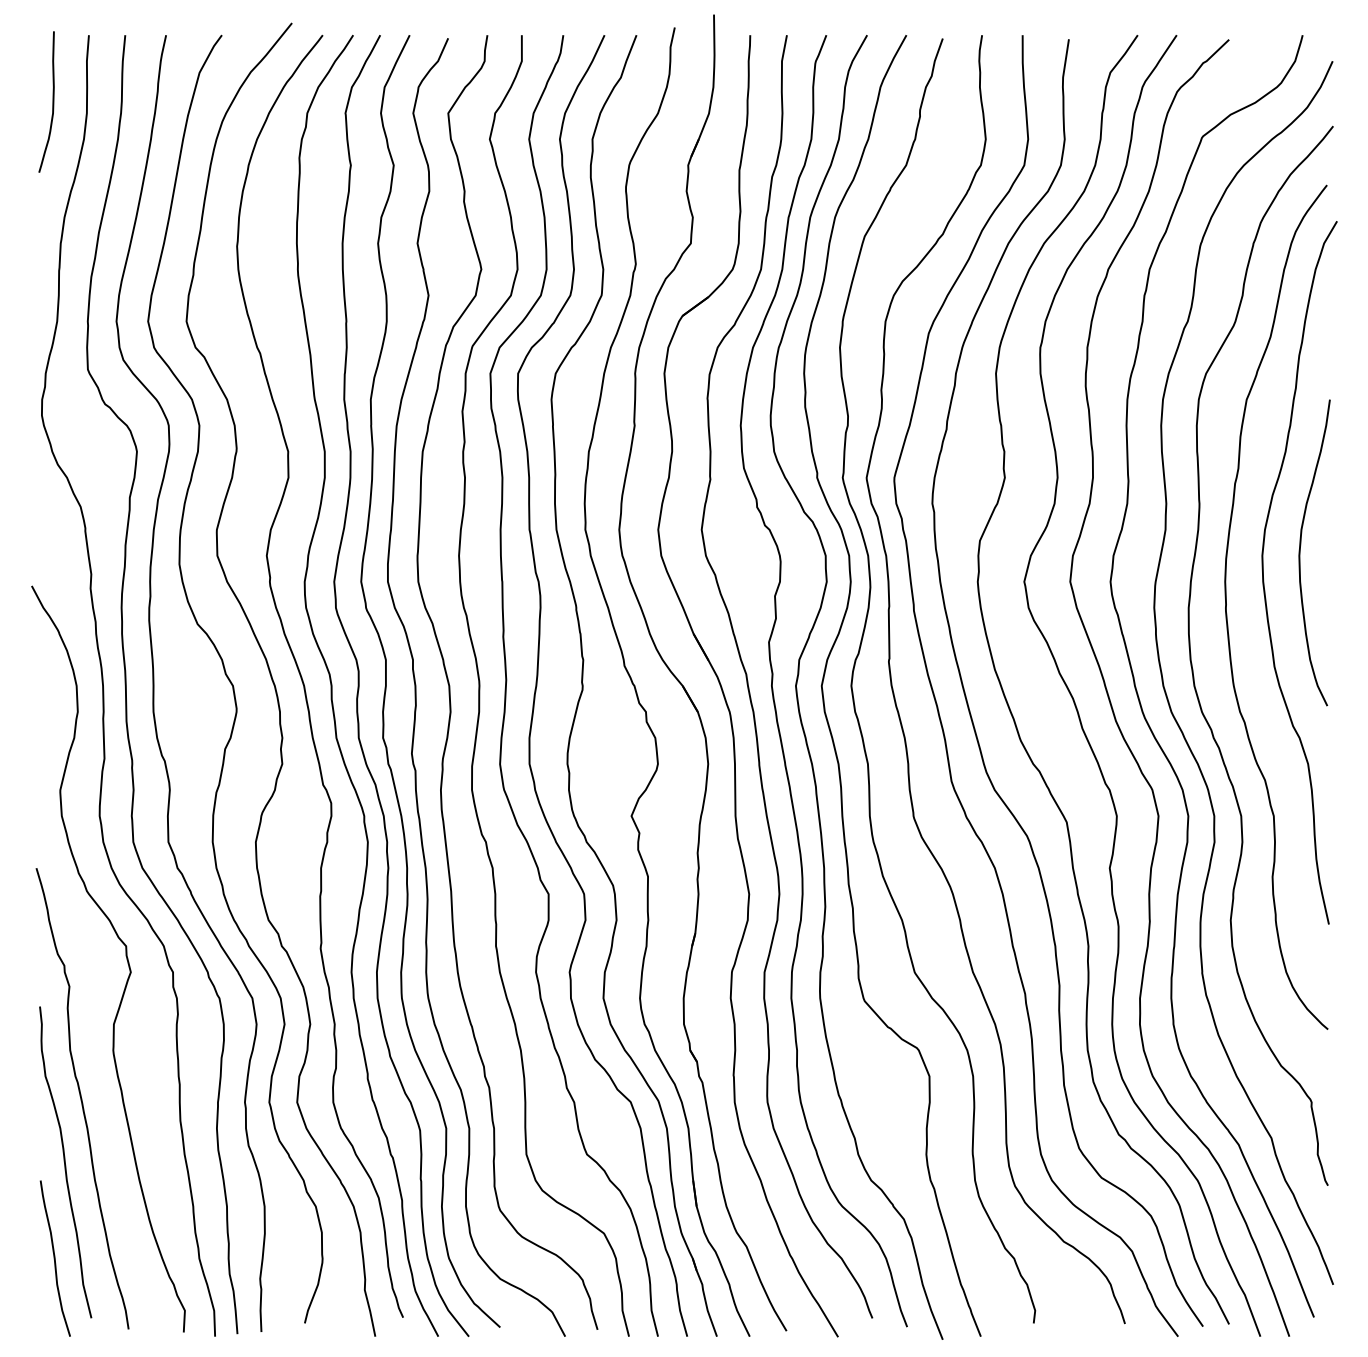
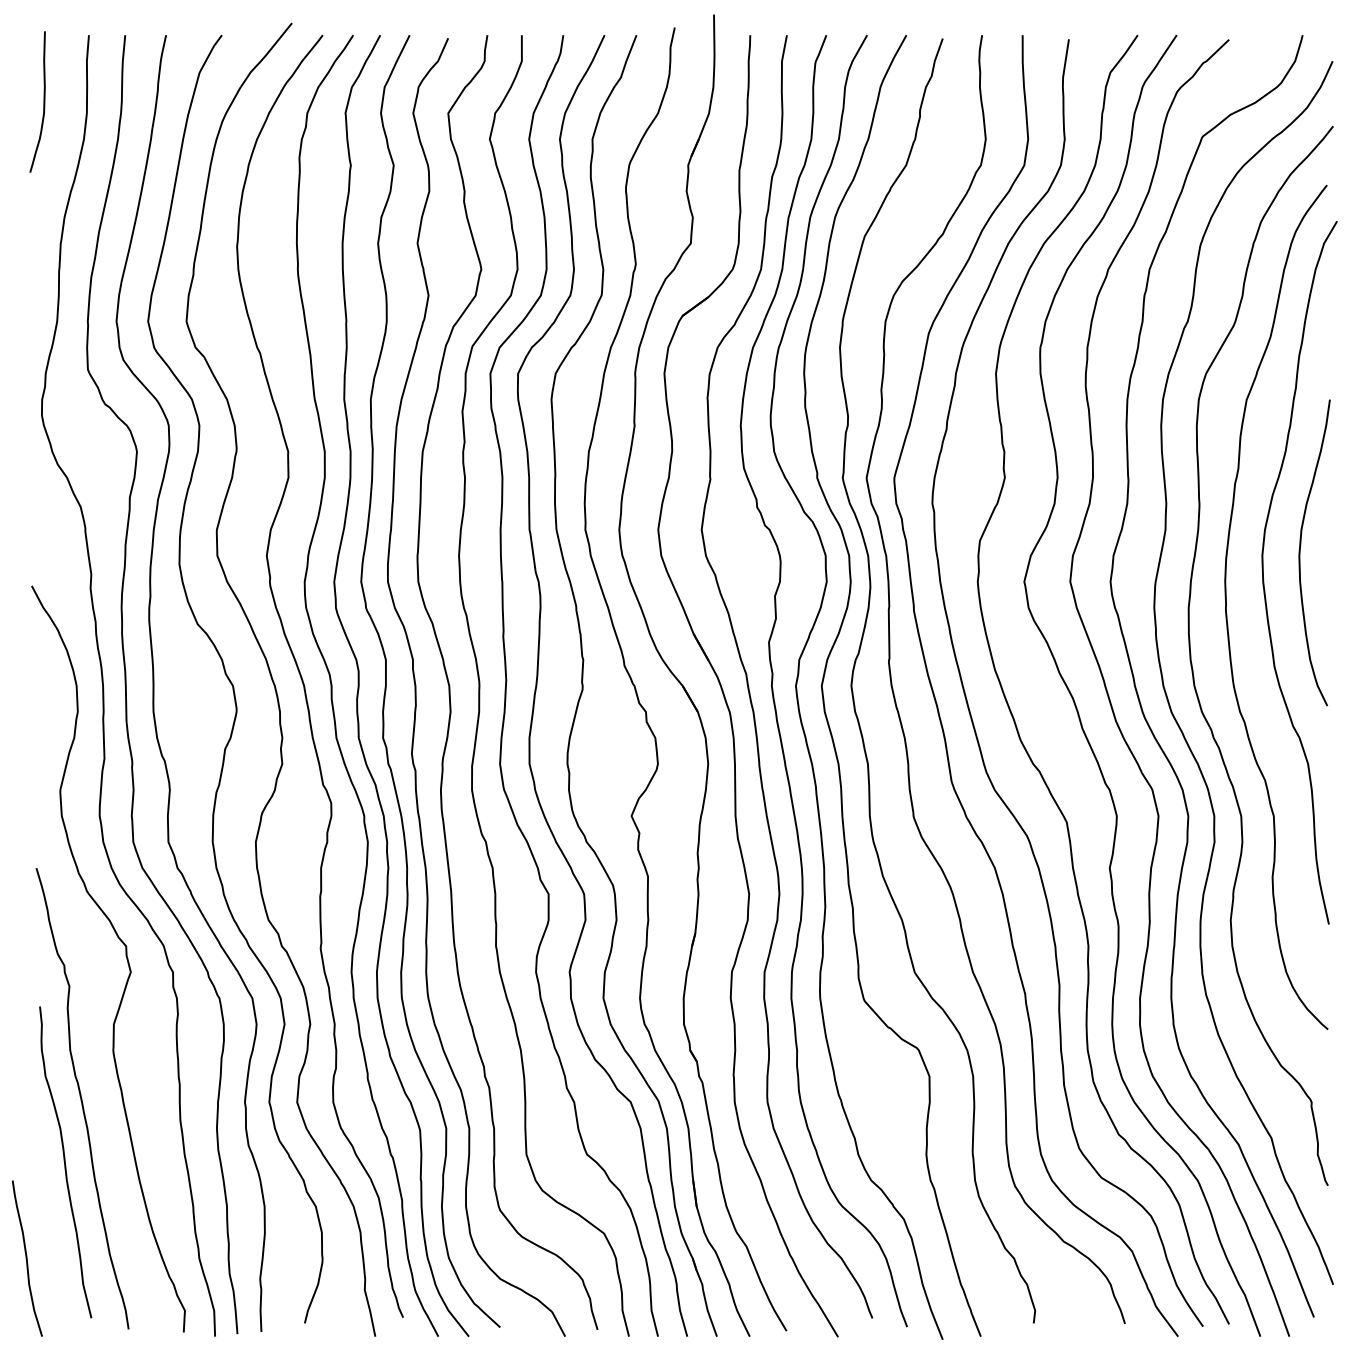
curve at (52, 101) position: (52, 101) -> (43, 101)
curve at (54, 1258) position: (54, 1258) -> (26, 1258)
